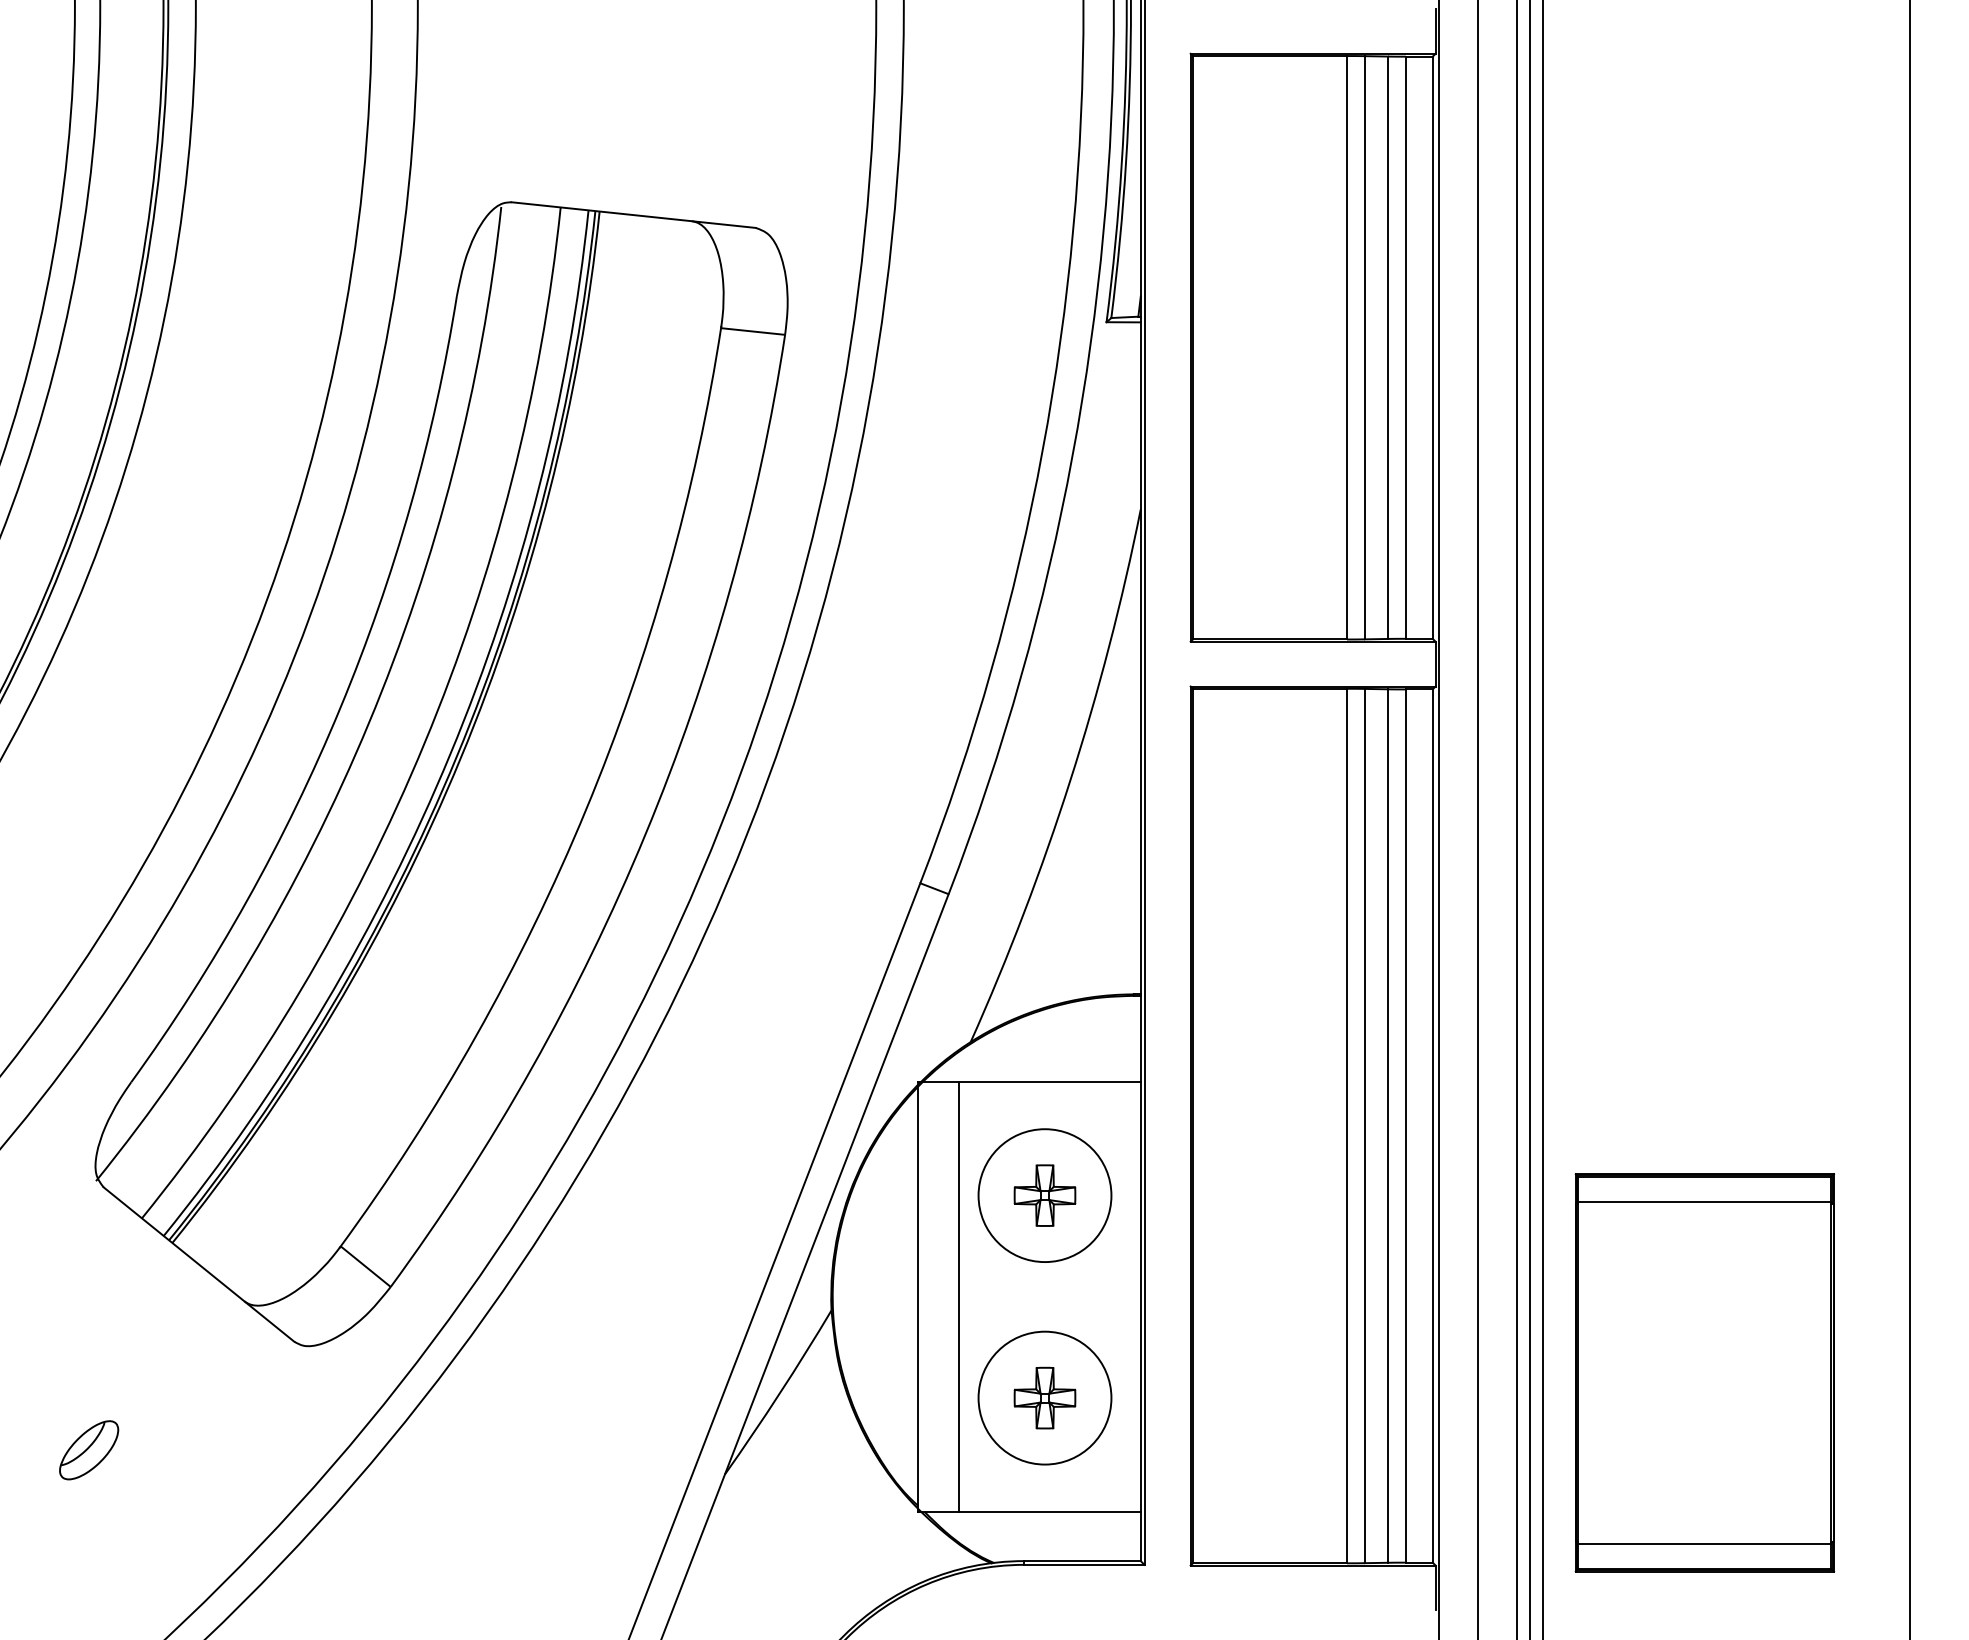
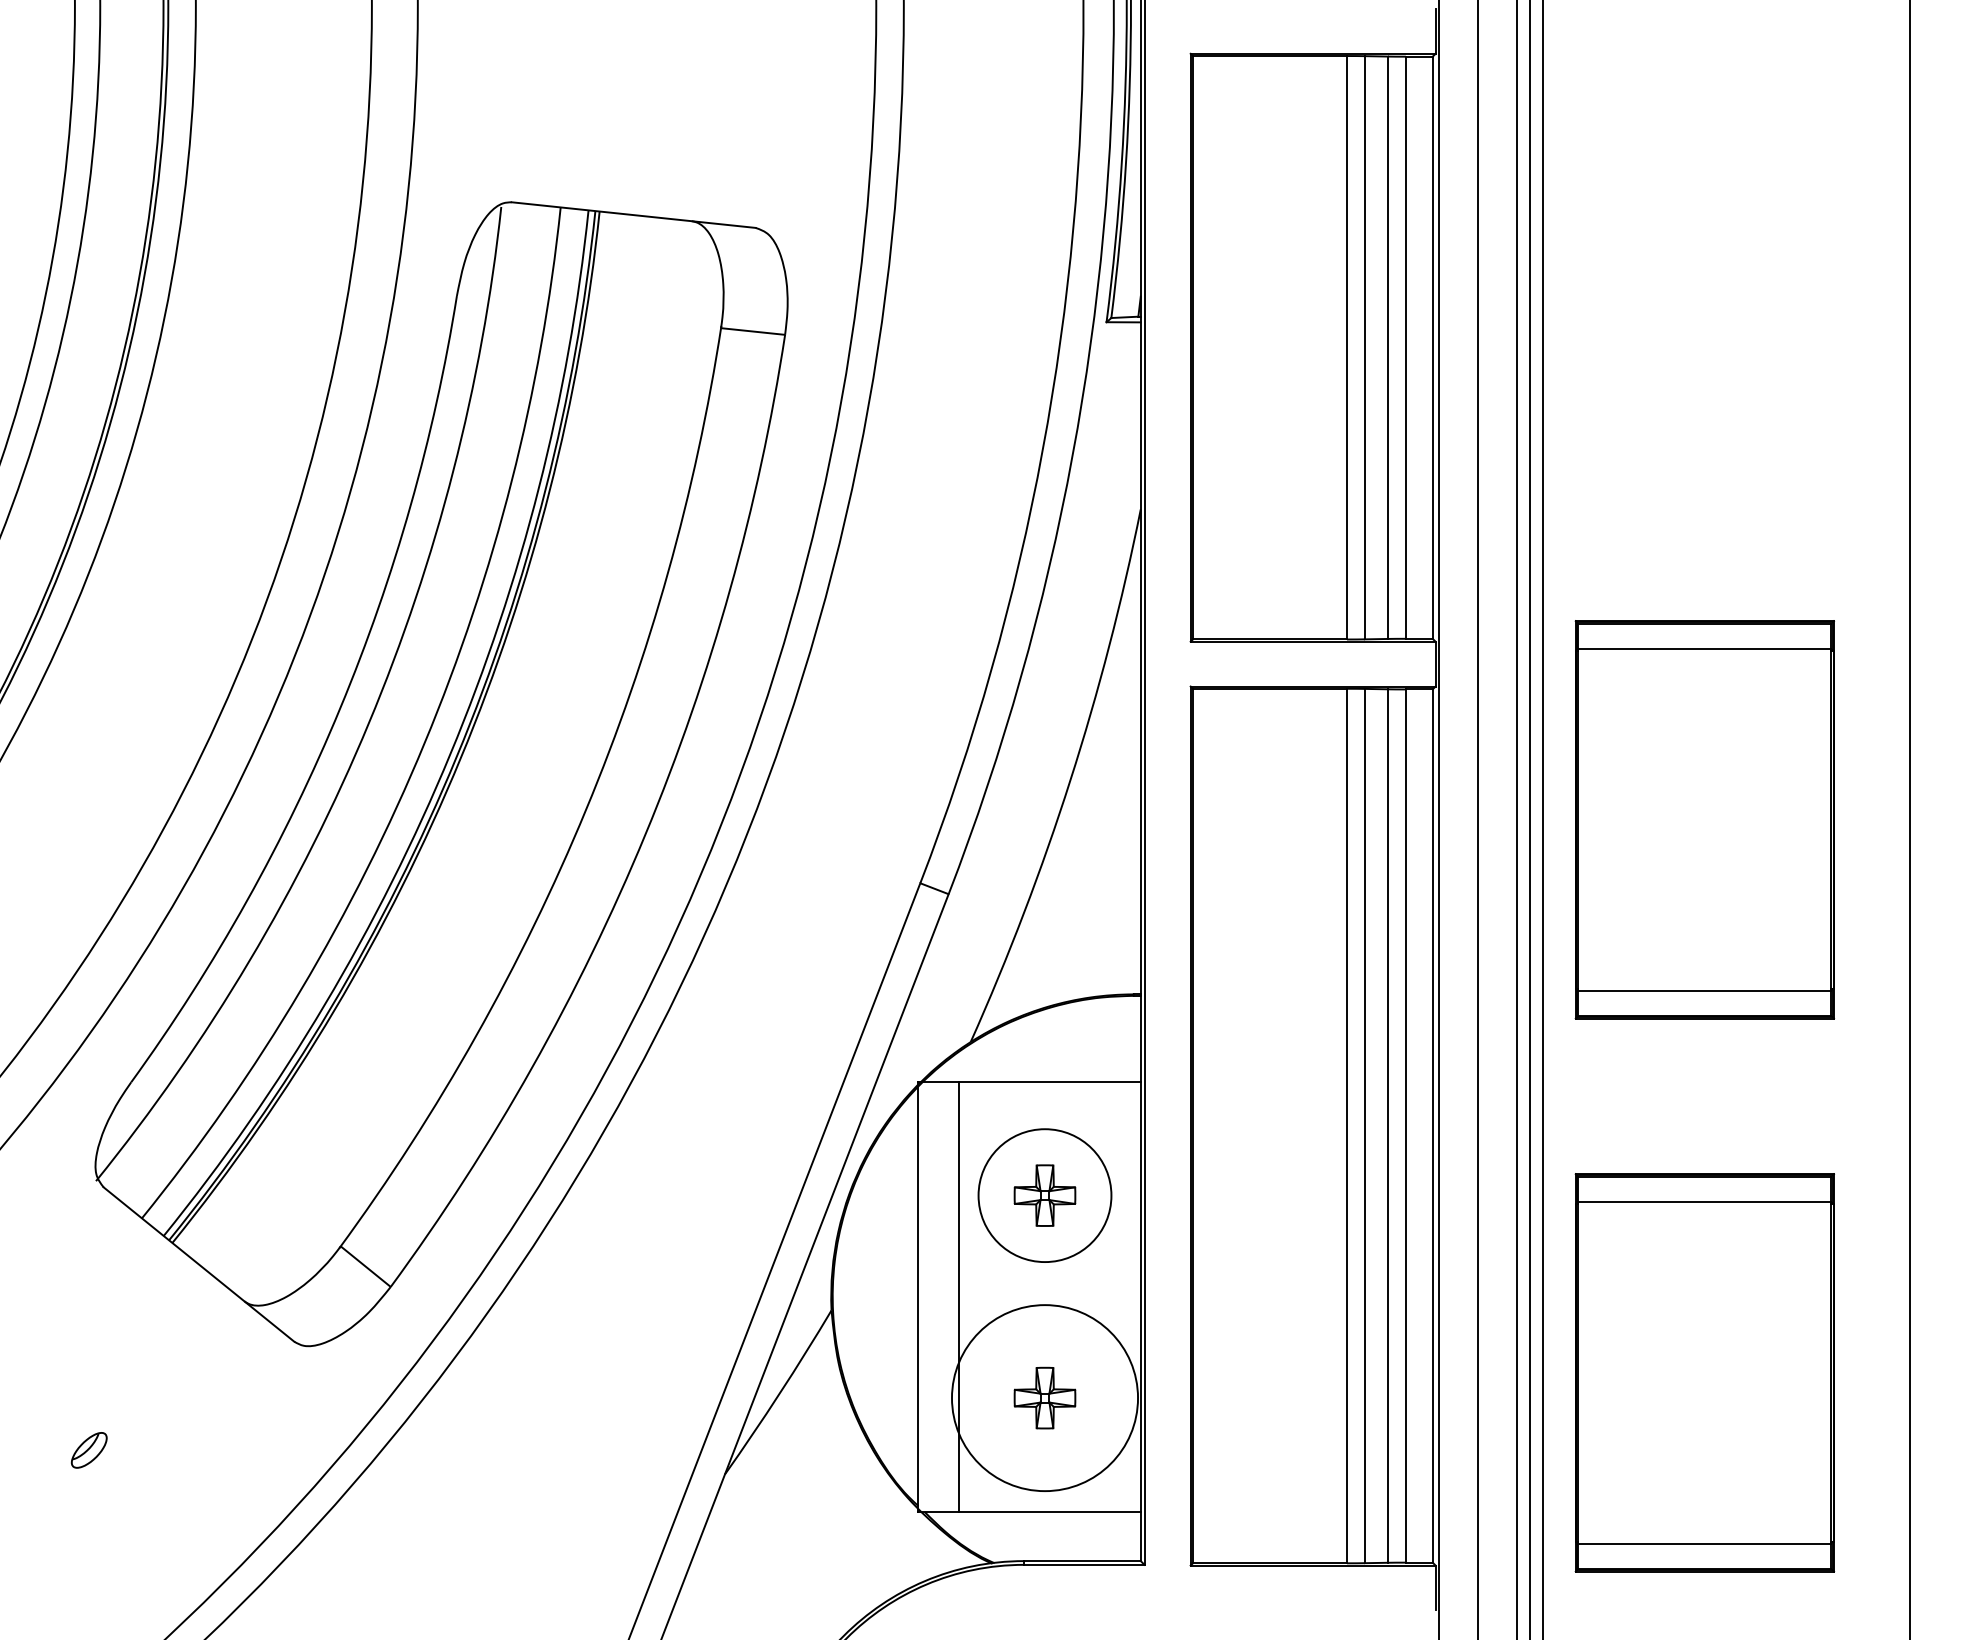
part at (1704, 819): none -> present
circle at (1044, 1397) diameter: 133 px -> 186 px
part at (89, 1450) size: 61x61 px -> 37x37 px
